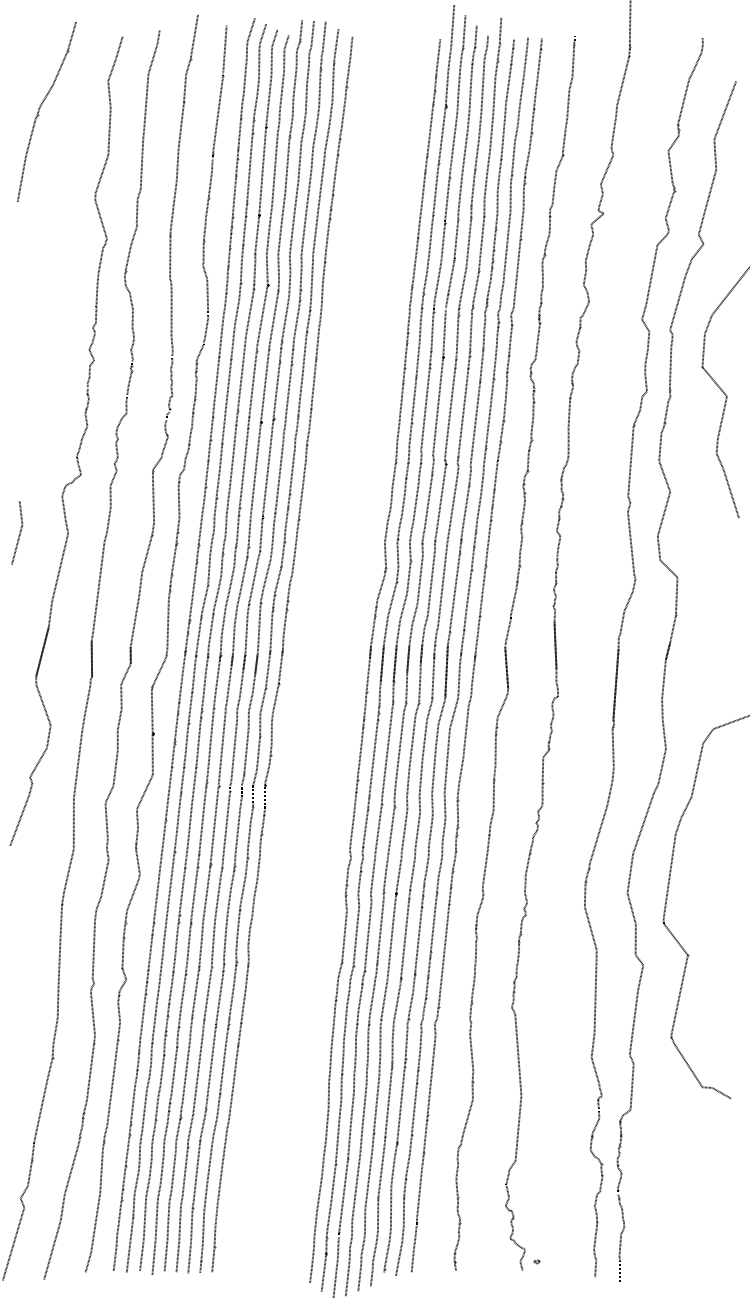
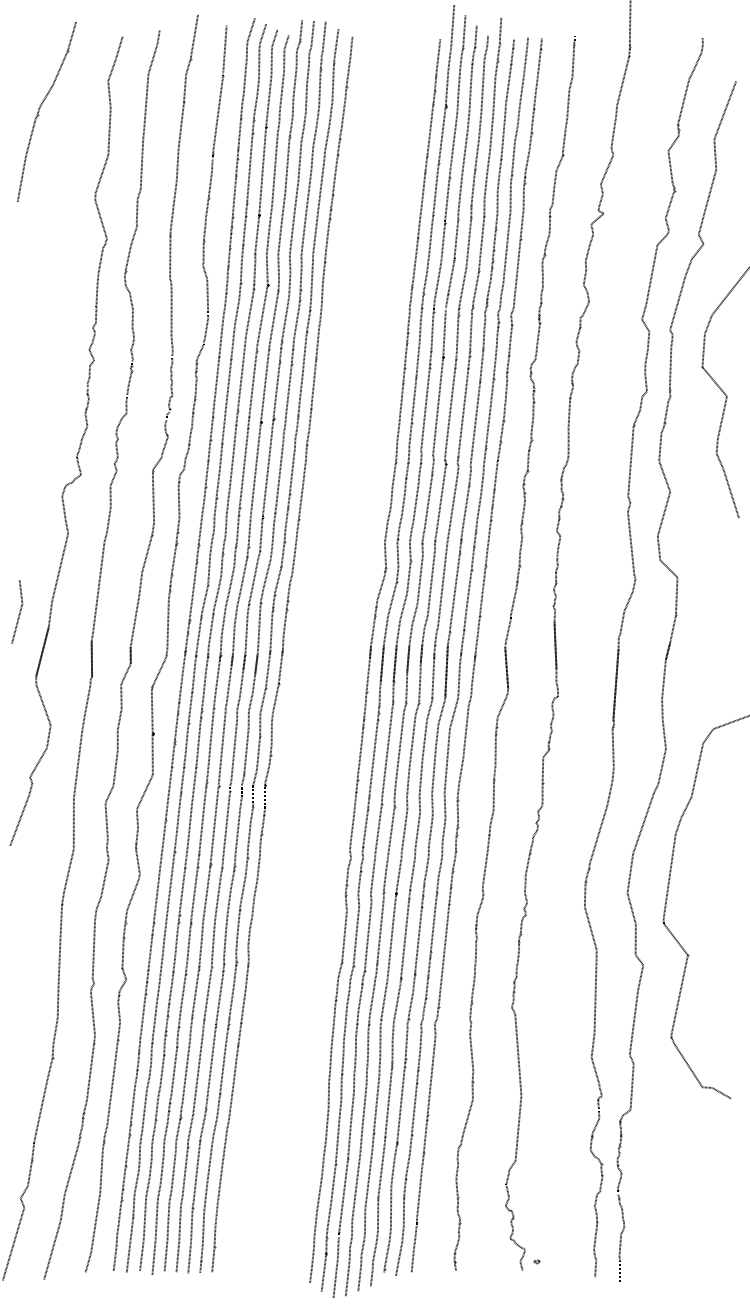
line at (19, 532) position: (19, 532) -> (19, 611)
